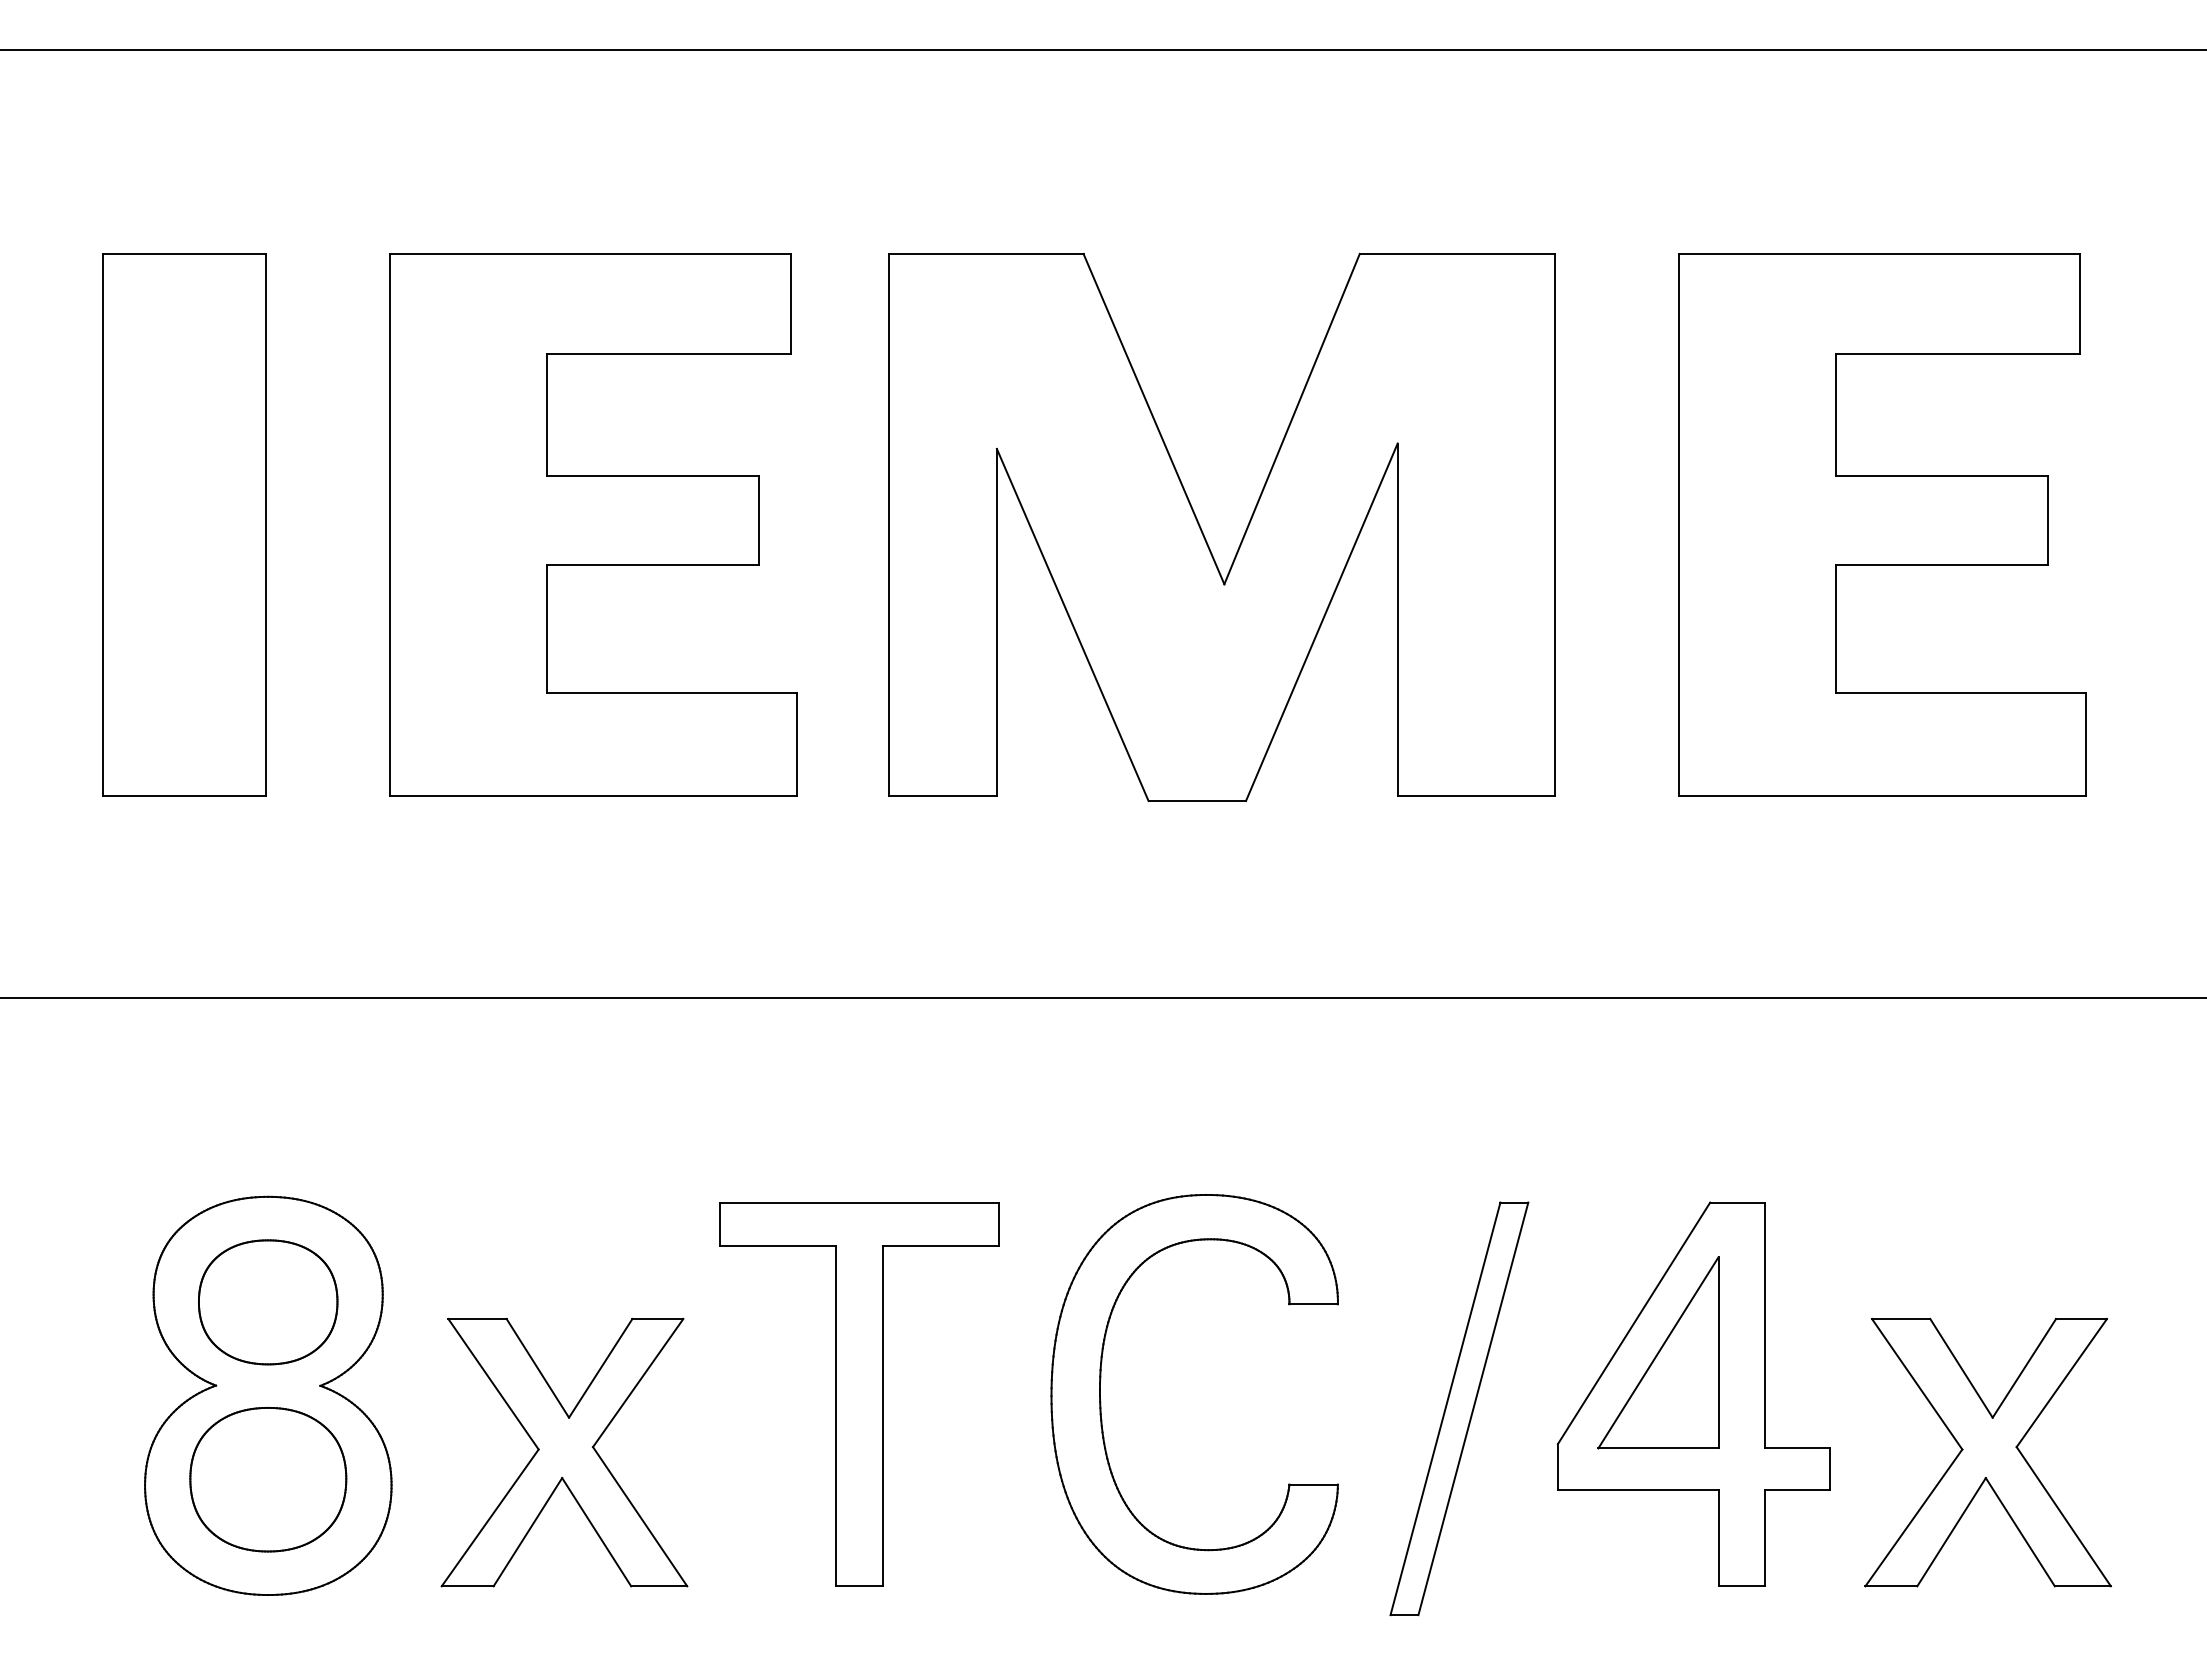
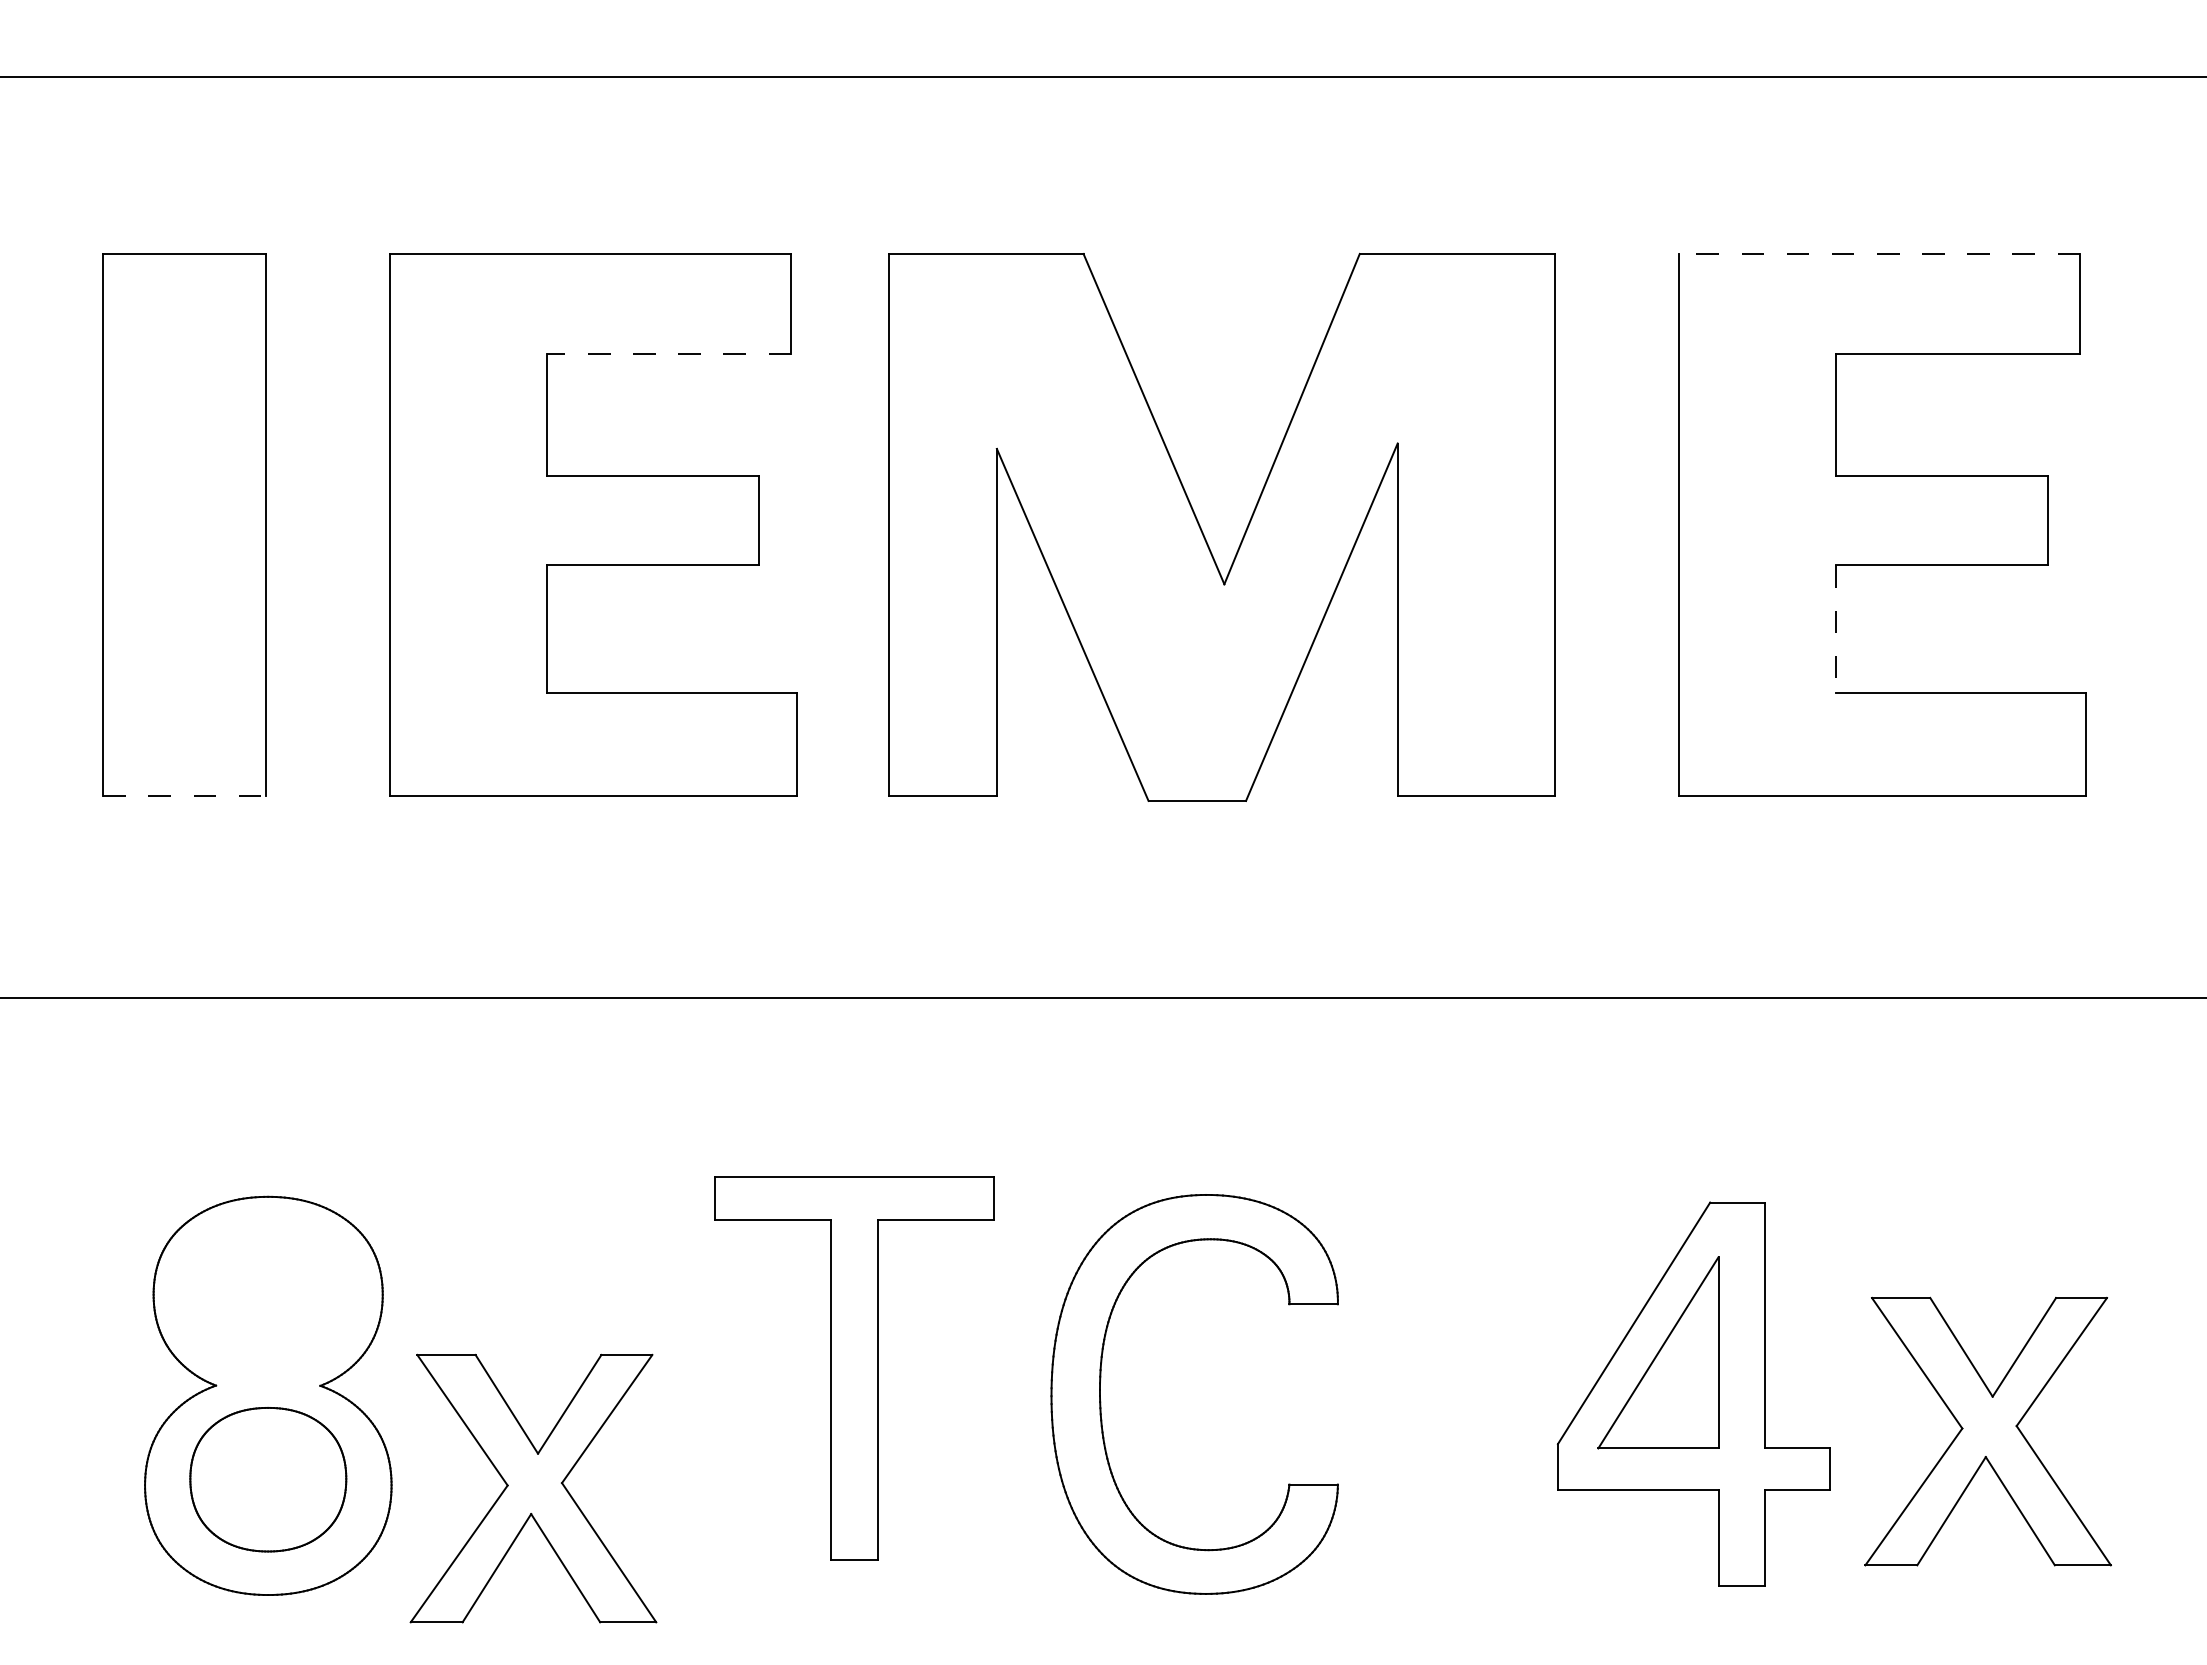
line at (1102, 49) position: (1102, 49) -> (1102, 76)
line at (1879, 253): solid -> dashed
line at (669, 354): solid -> dashed
line at (1836, 629): solid -> dashed
line at (185, 795): solid -> dashed
part at (268, 1302): present -> none
part at (859, 1394) position: (859, 1394) -> (854, 1368)
part at (1459, 1408): present -> none
part at (564, 1452) position: (564, 1452) -> (533, 1488)
part at (1987, 1452) position: (1987, 1452) -> (1987, 1431)
